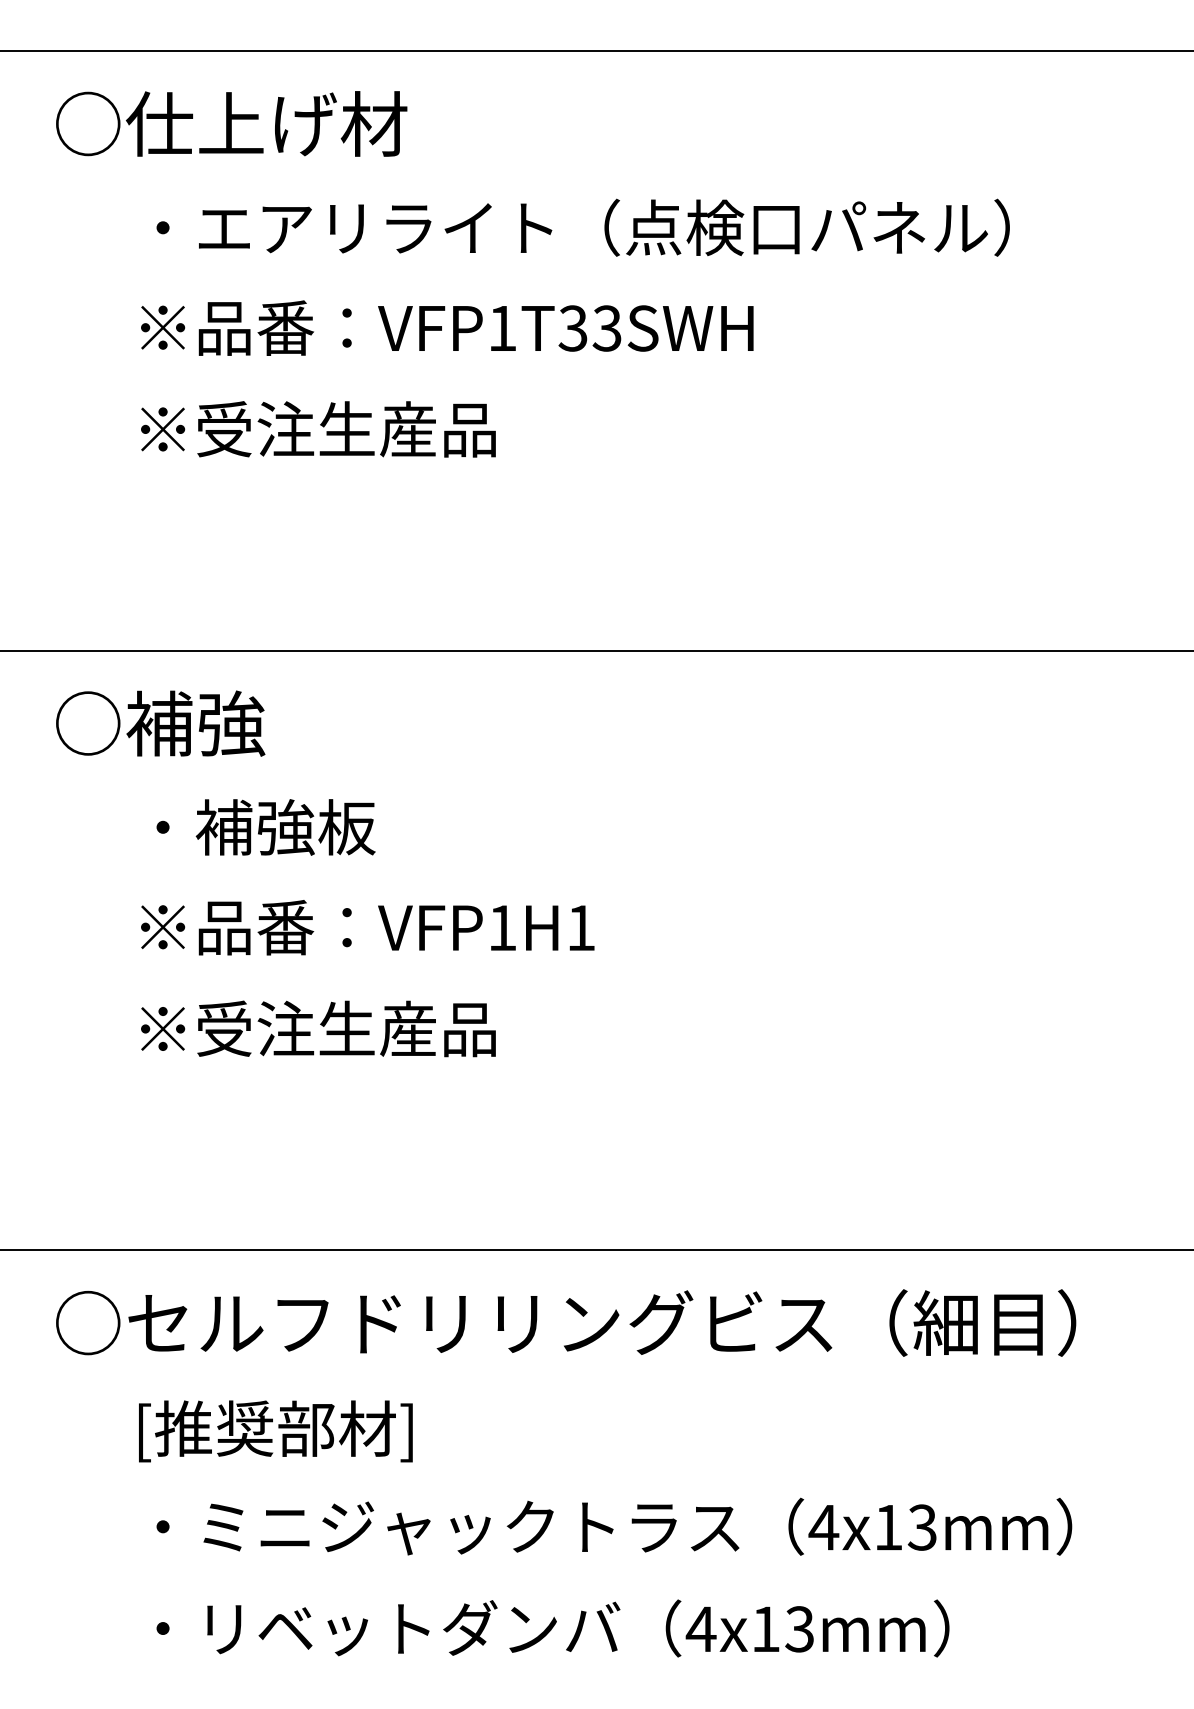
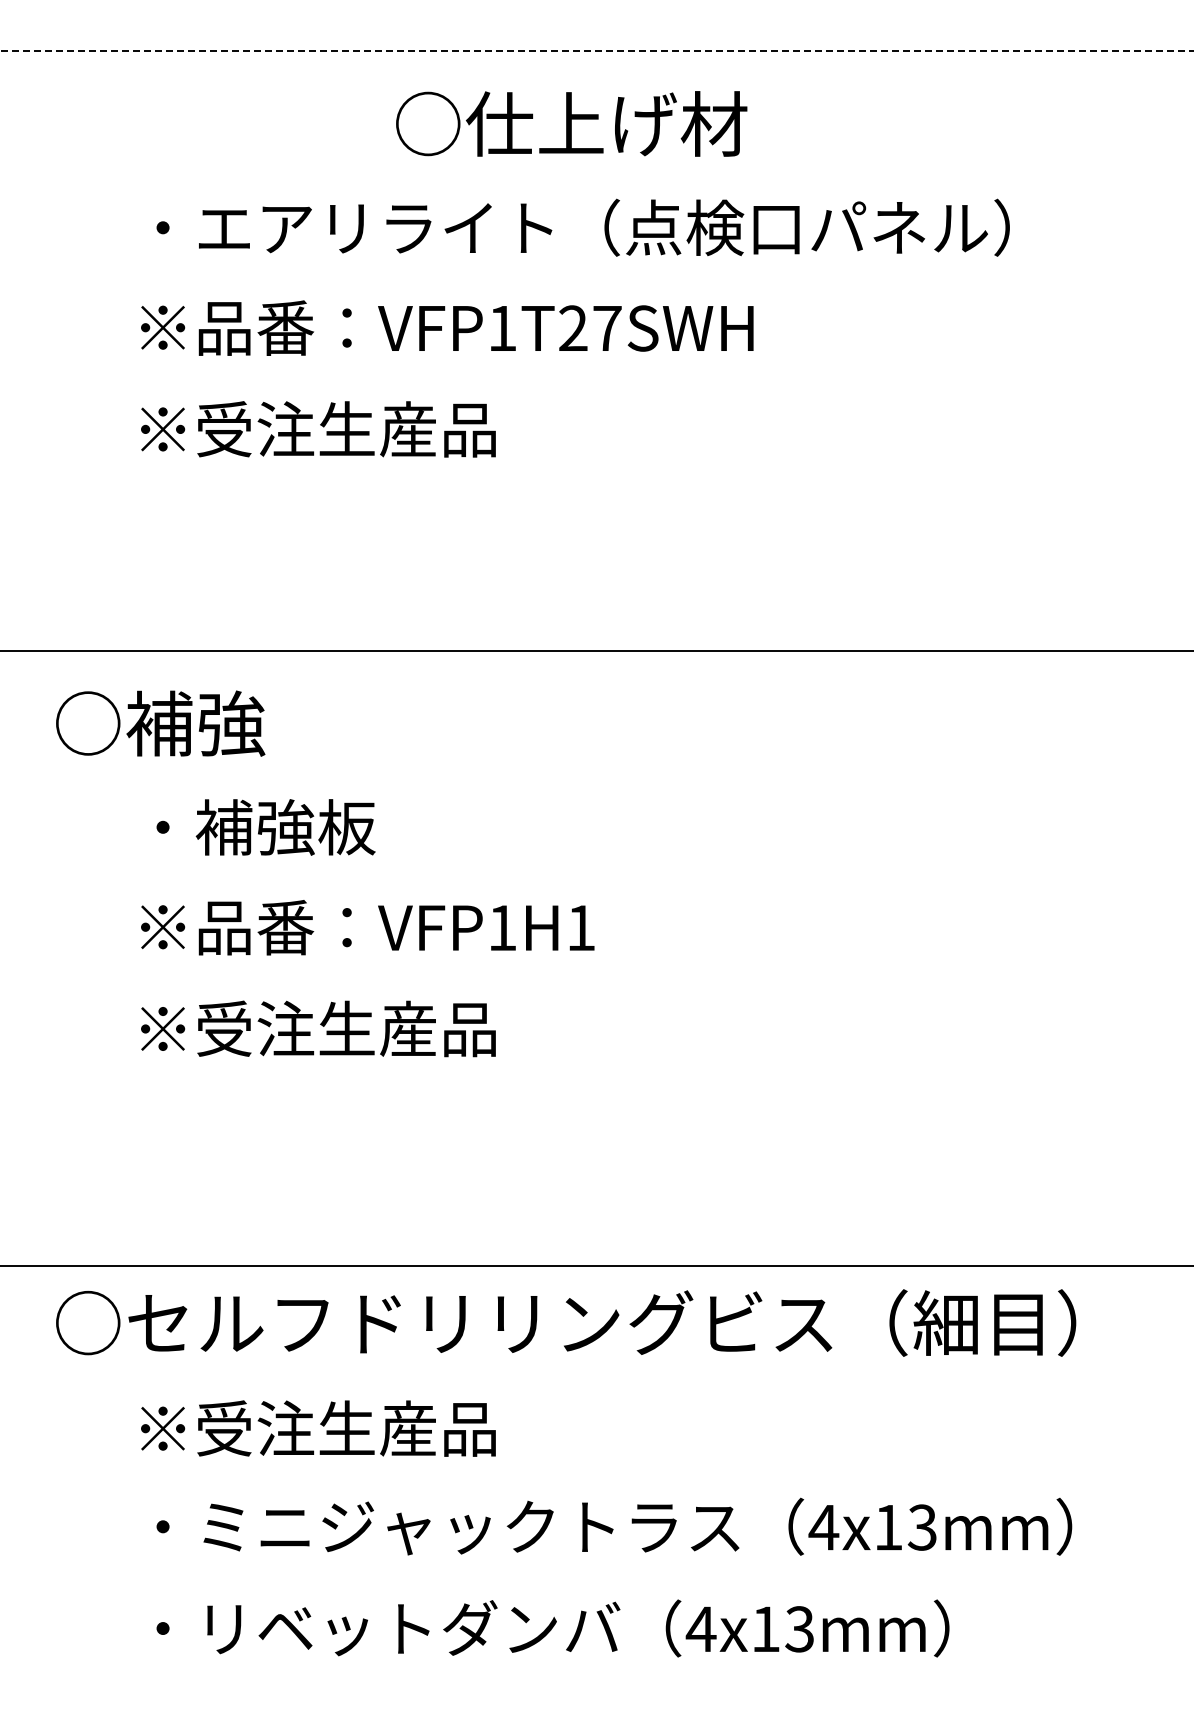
line at (597, 51): solid -> dashed
text at (231, 123) position: (231, 123) -> (571, 123)
text at (589, 328): VFP1T33SWH -> VFP1T27SWH
line at (596, 1250) position: (596, 1250) -> (596, 1266)
text at (317, 1431): [推奨部材] -> ※受注生産品
